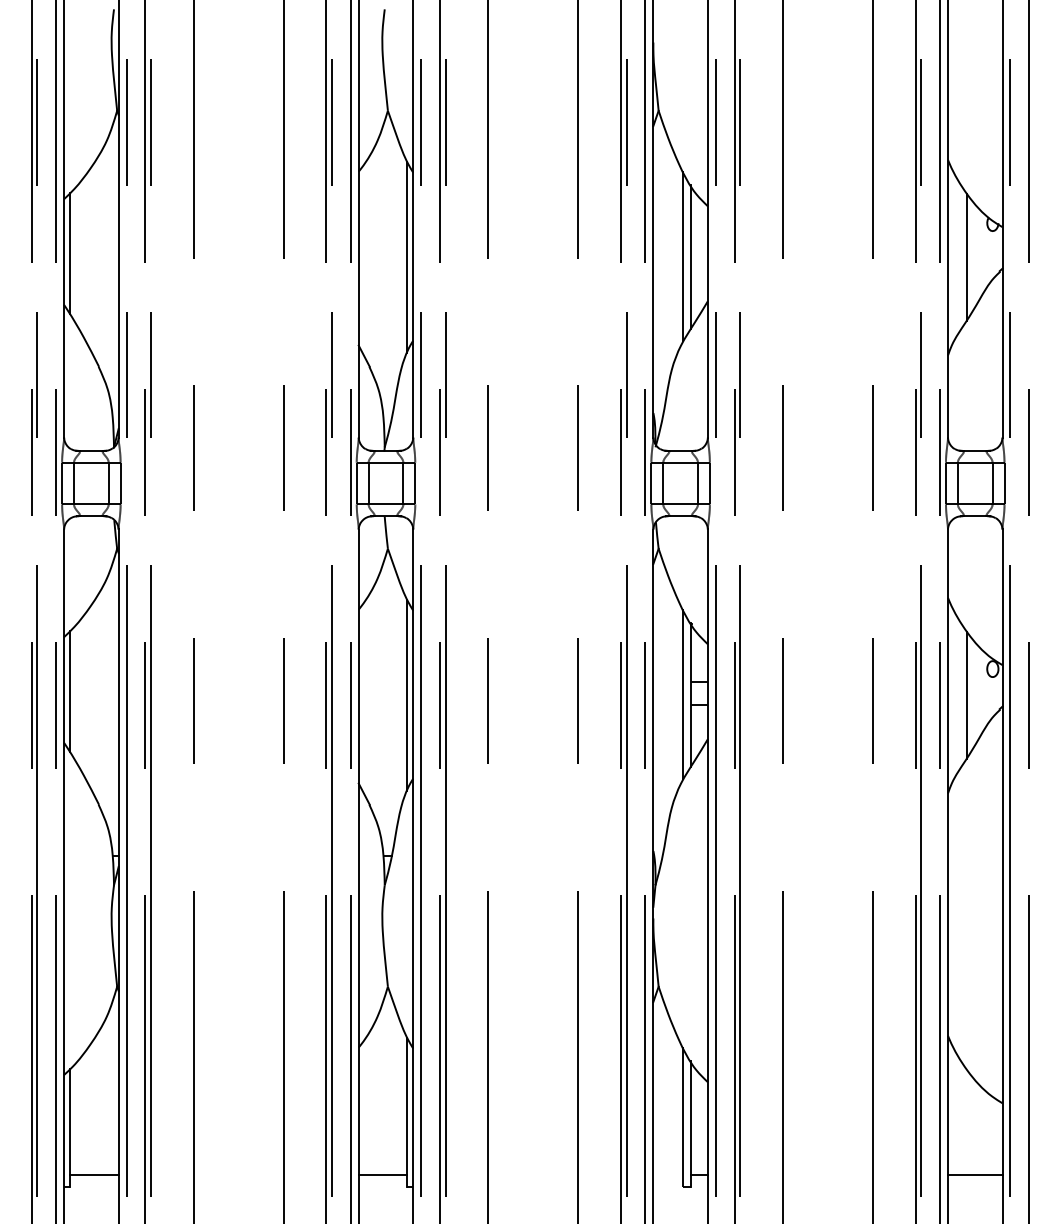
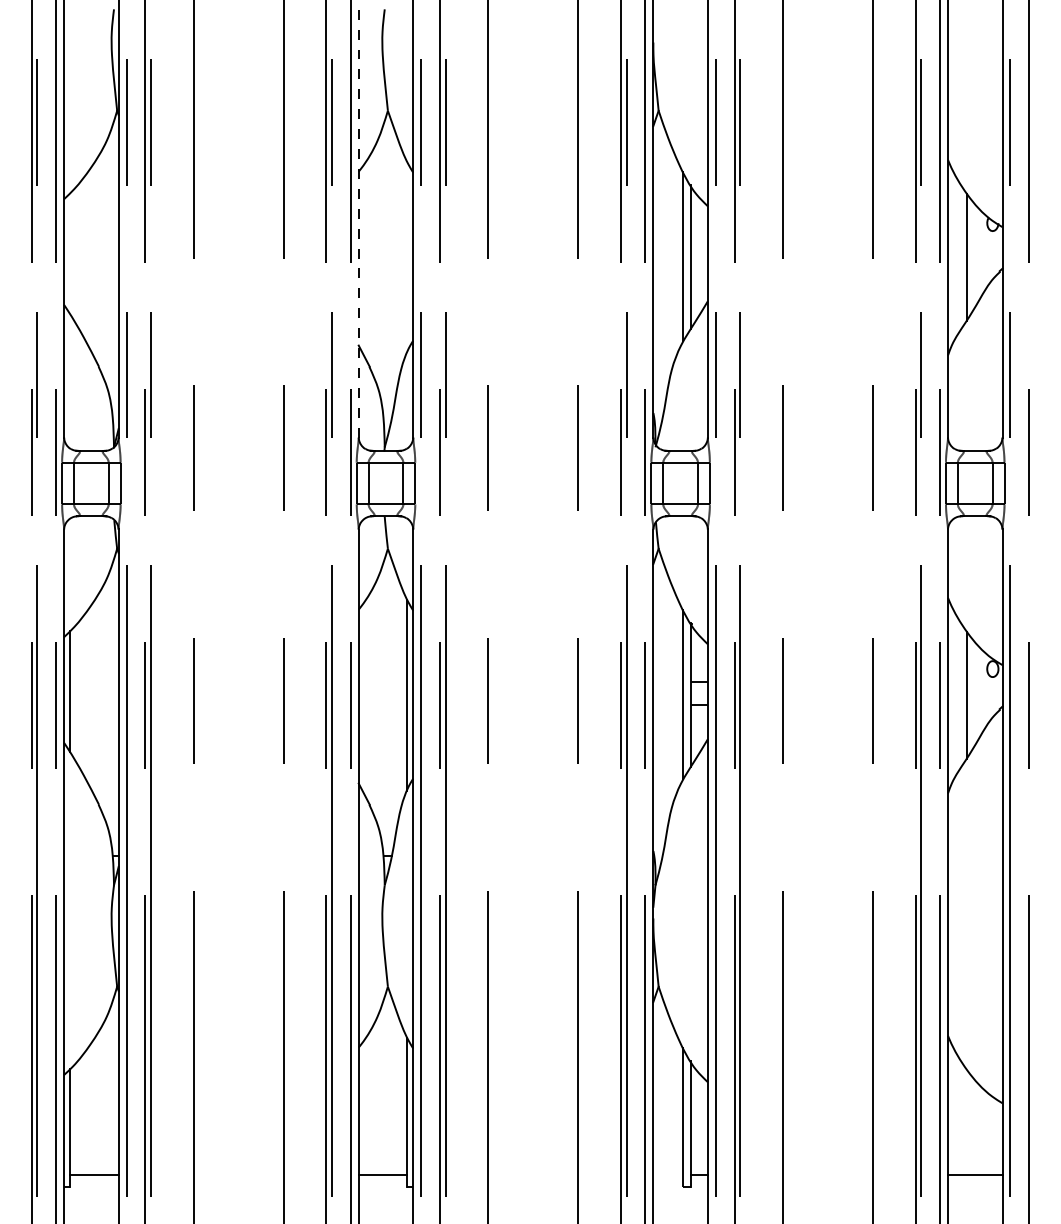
line at (358, 219): solid -> dashed
line at (70, 253): present -> none
line at (407, 257): present -> none
